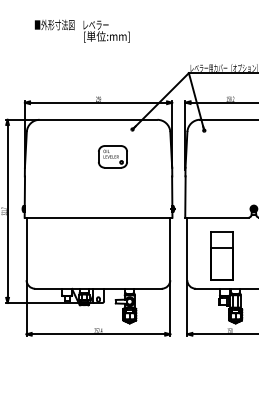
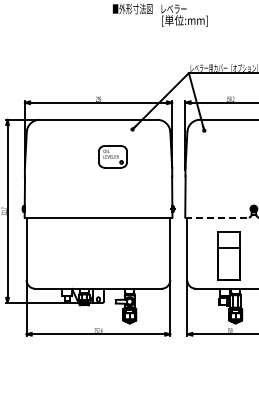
text at (81, 30) position: (81, 30) -> (159, 14)
line at (217, 217): solid -> dashed
part at (221, 255) position: (221, 255) -> (228, 255)
